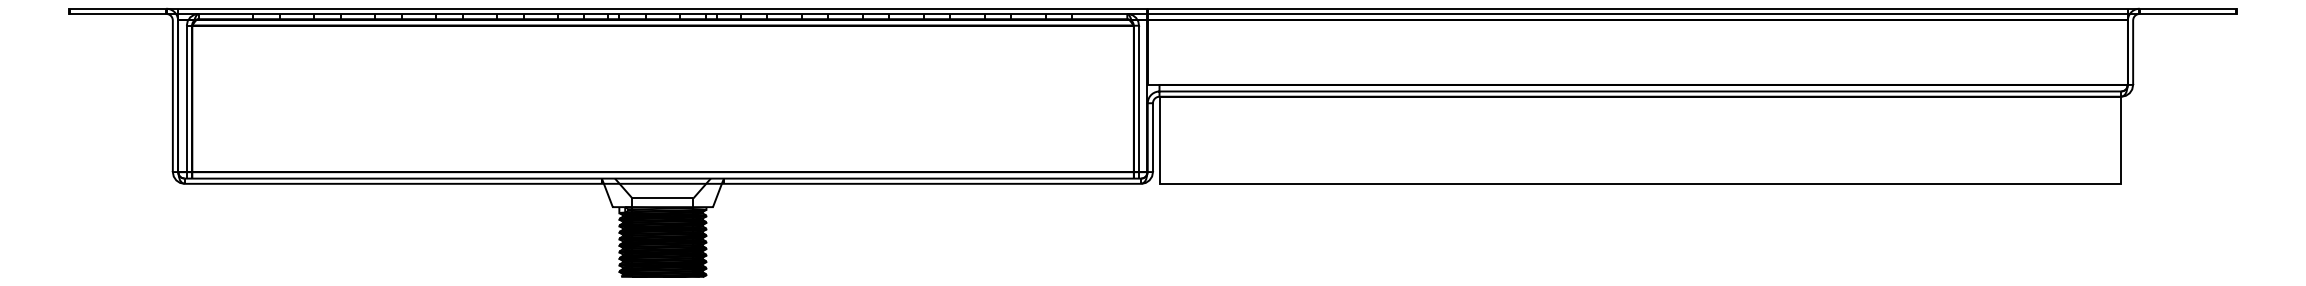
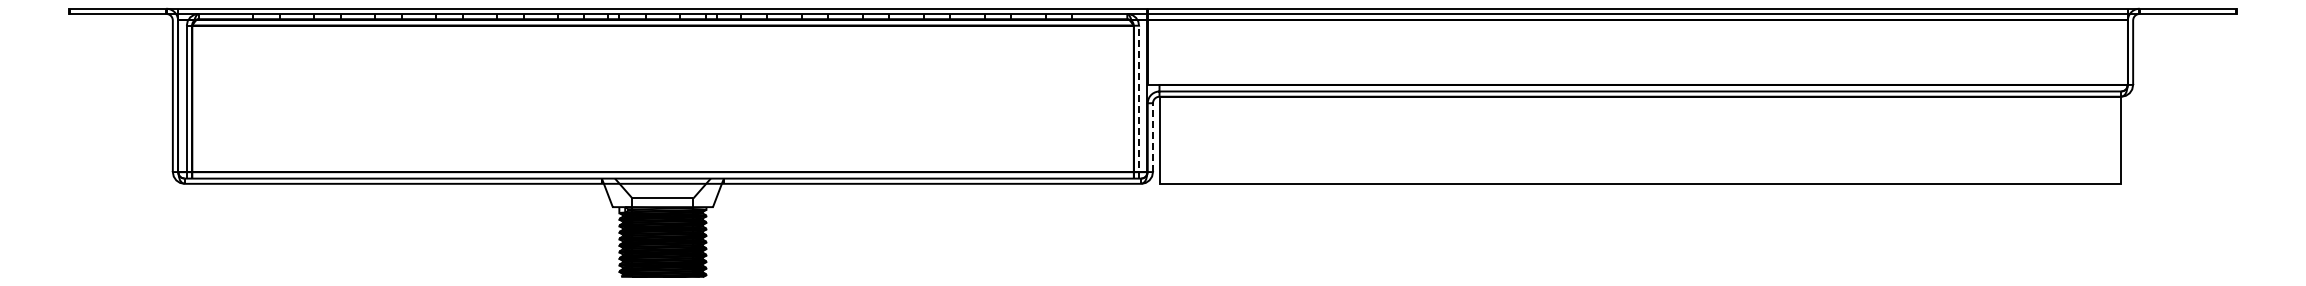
line at (1139, 101): solid -> dashed
line at (1153, 137): solid -> dashed
